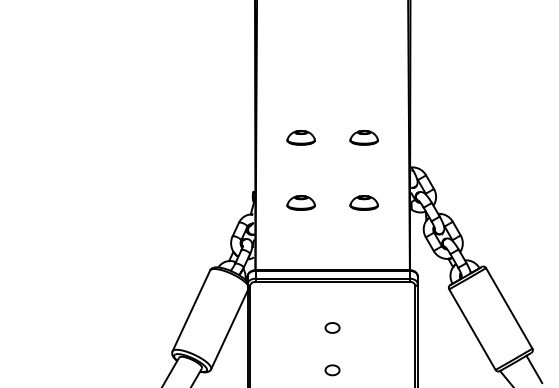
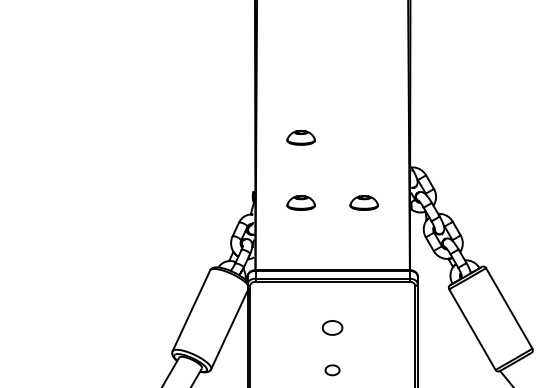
part at (363, 137): present -> none
part at (332, 327) size: 17x12 px -> 23x16 px
line at (534, 369): present -> none
